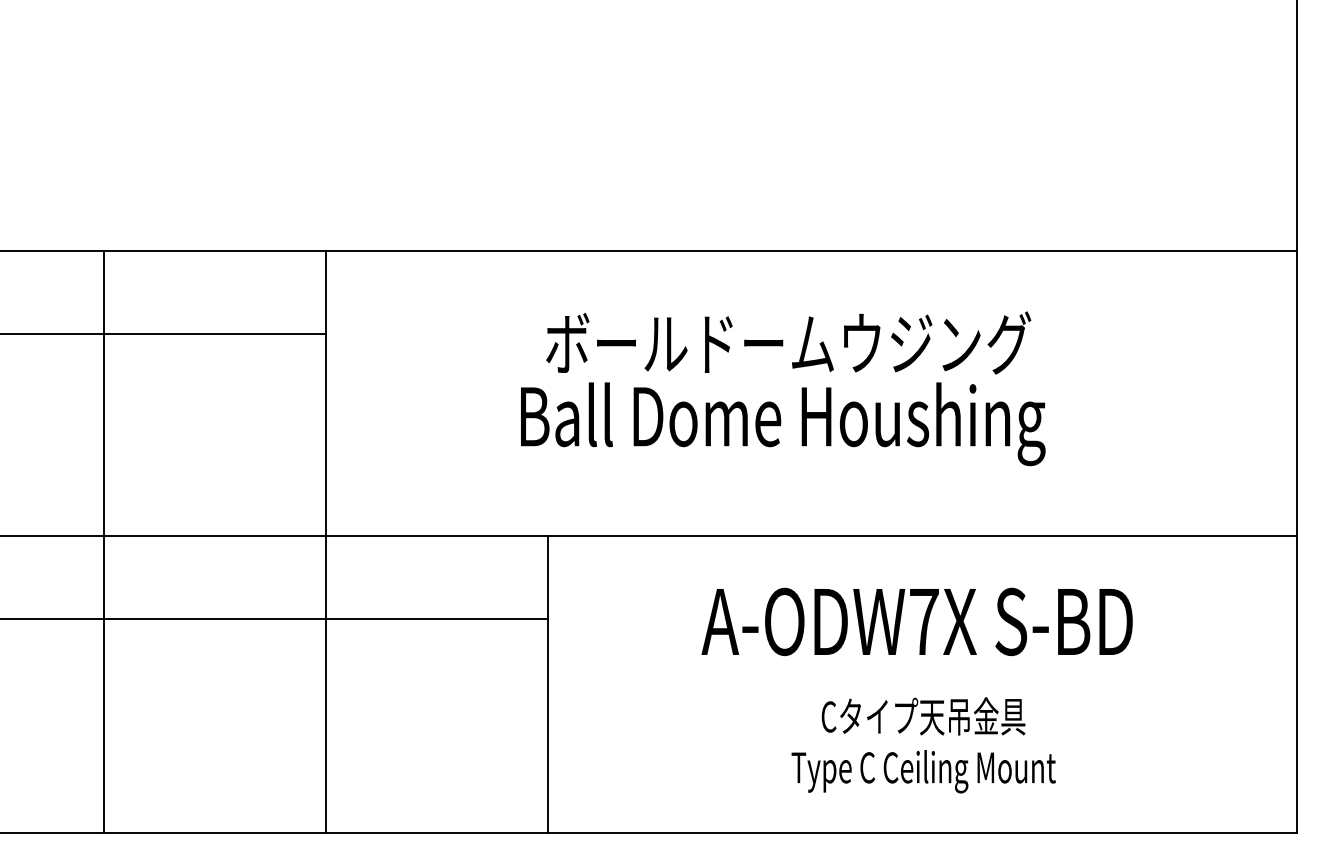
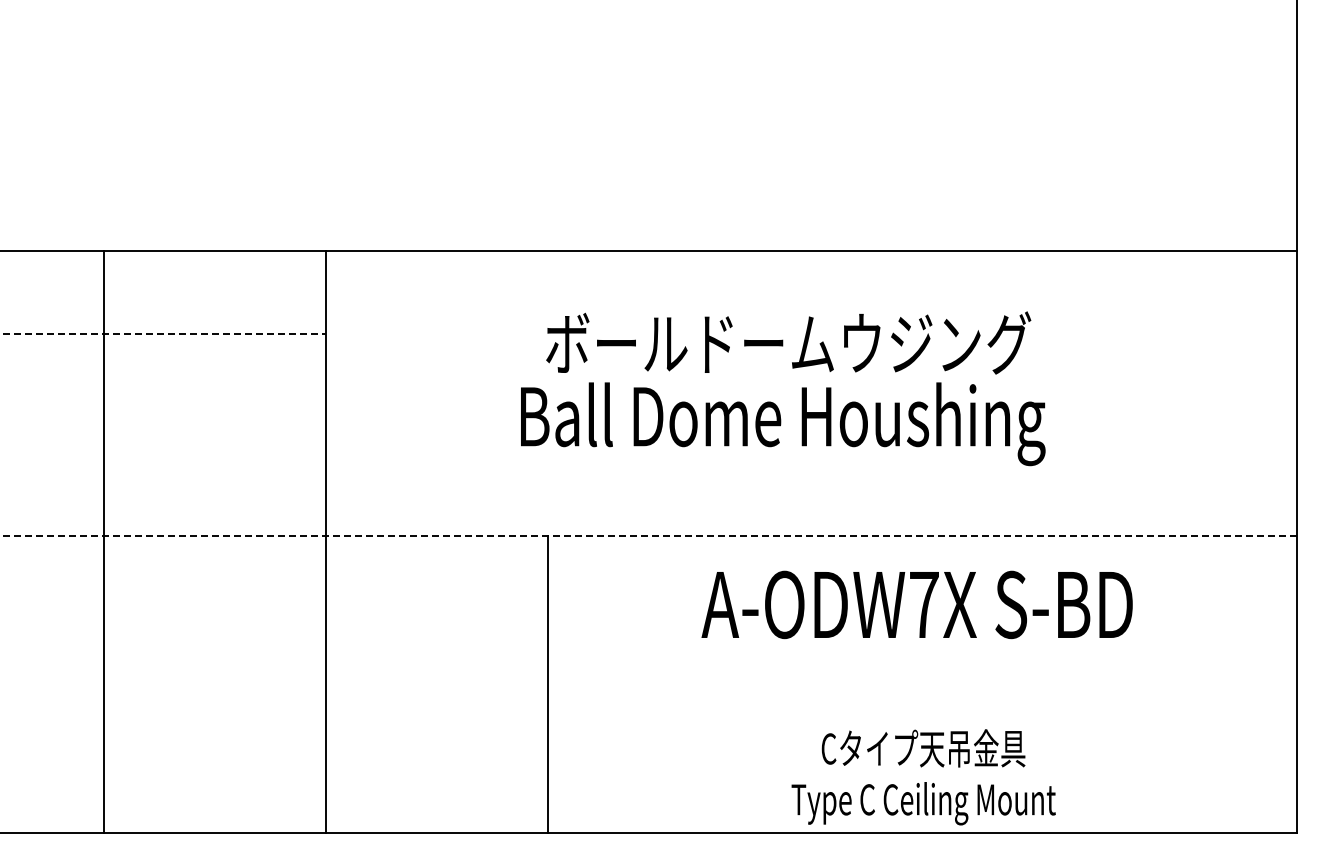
line at (163, 333): solid -> dashed
line at (649, 536): solid -> dashed
line at (275, 619): present -> none
text at (916, 621) position: (916, 621) -> (916, 604)
text at (923, 745) position: (923, 745) -> (923, 777)
